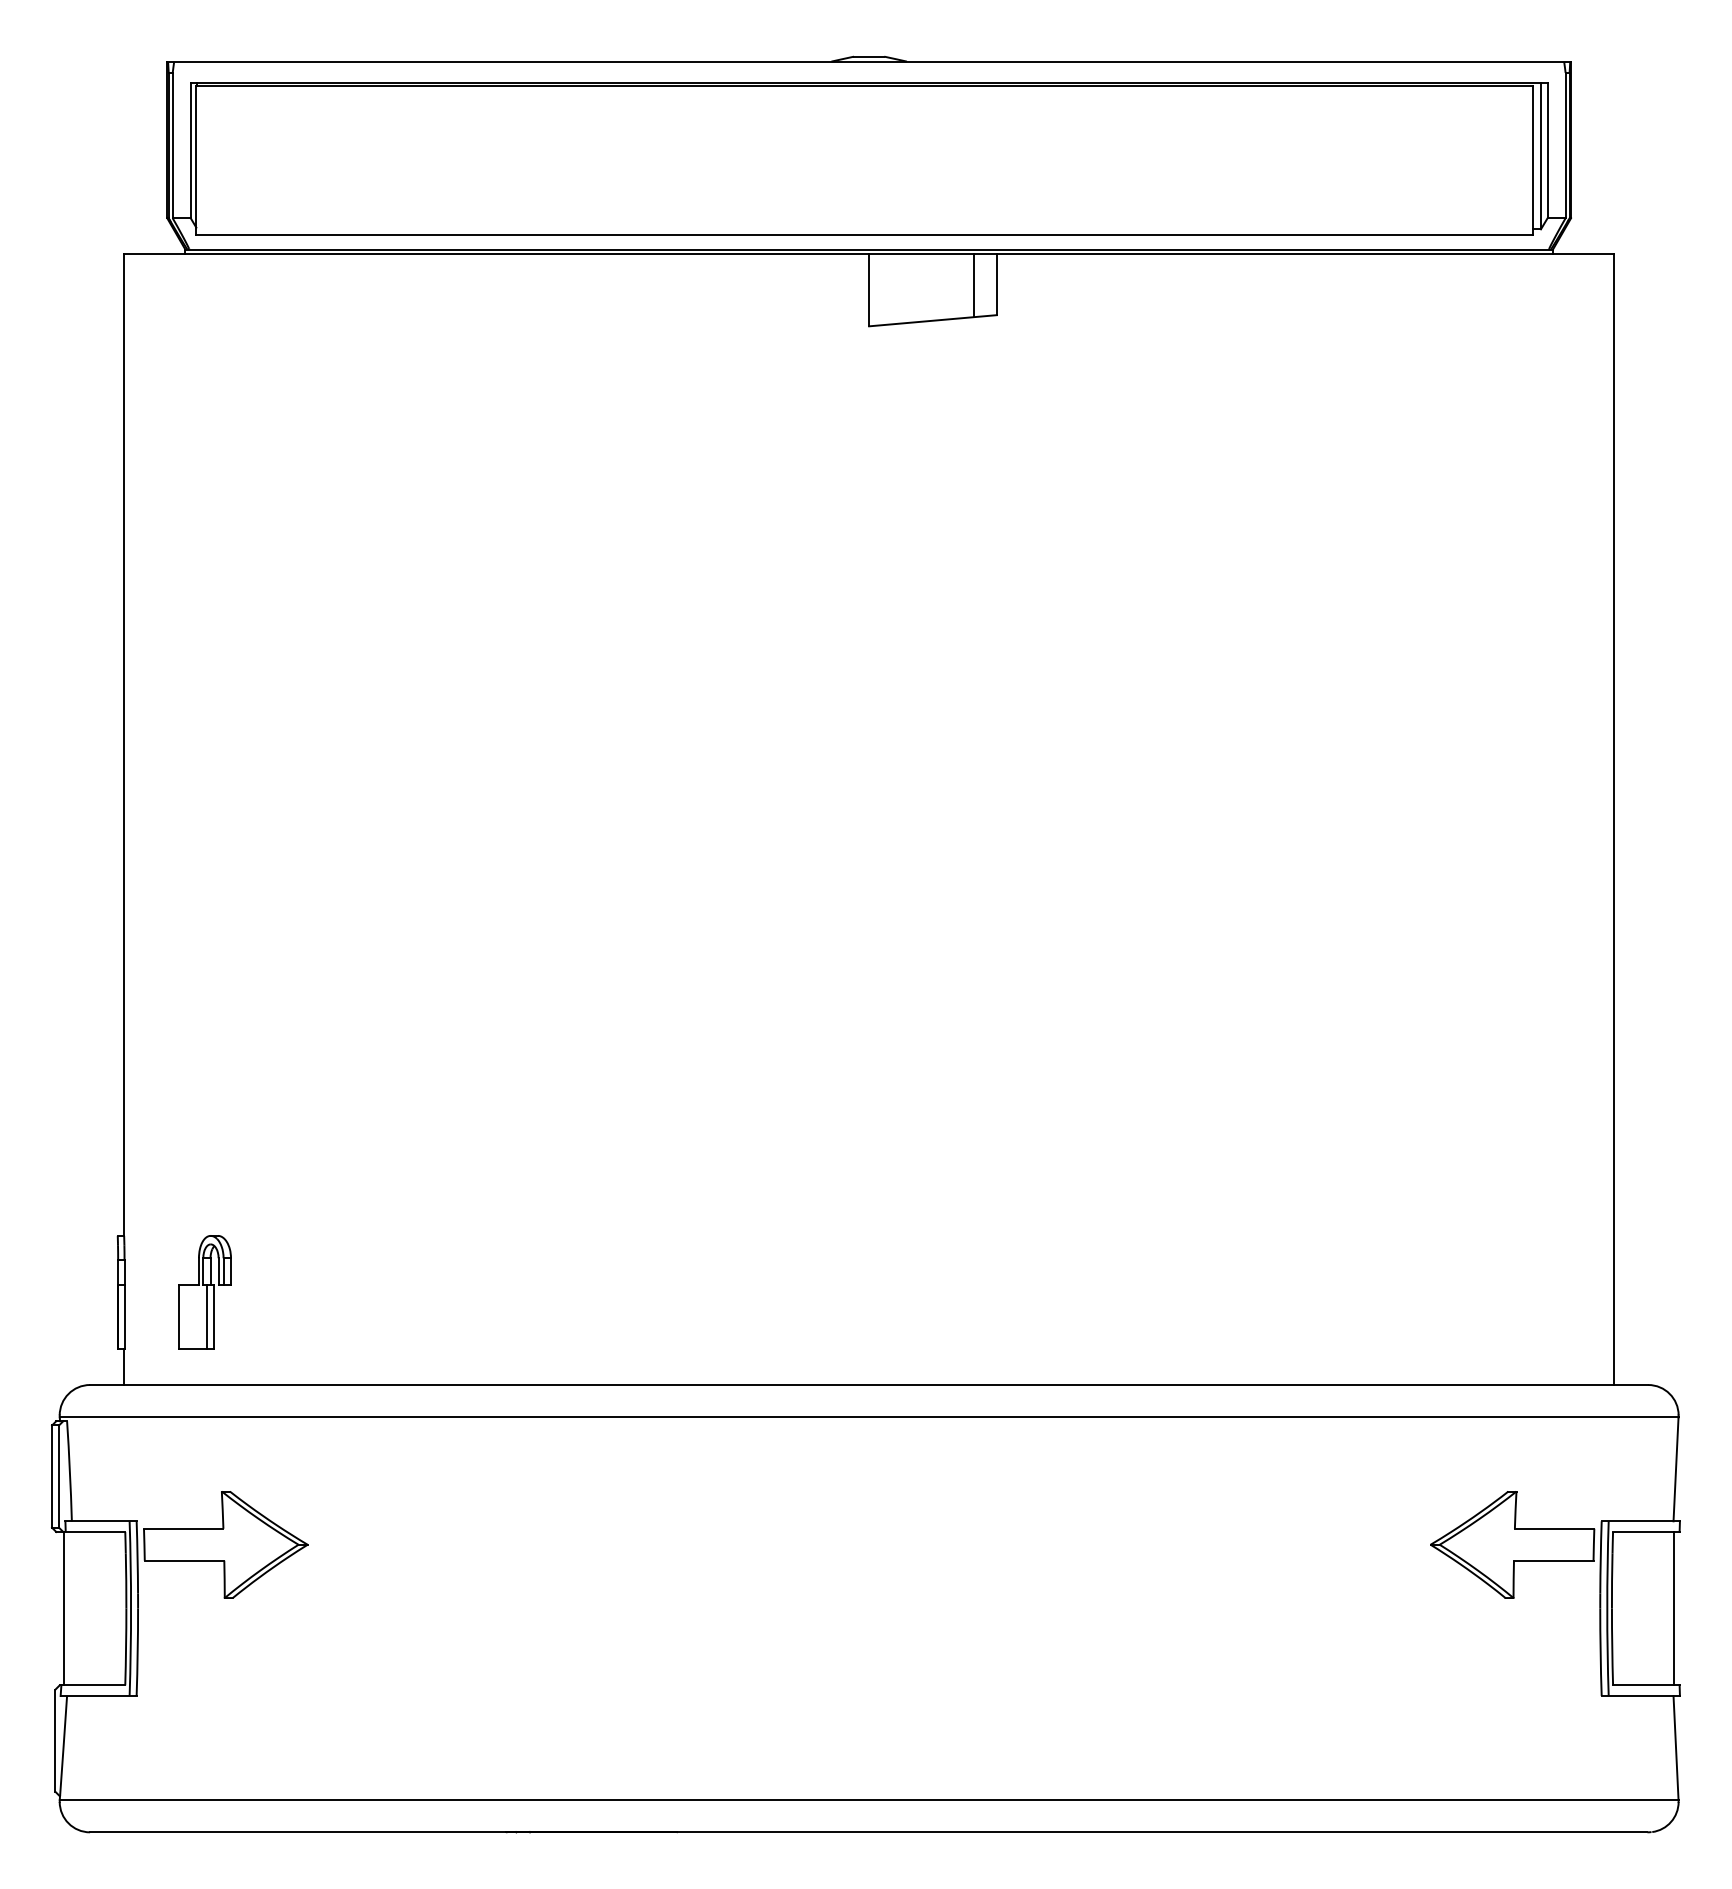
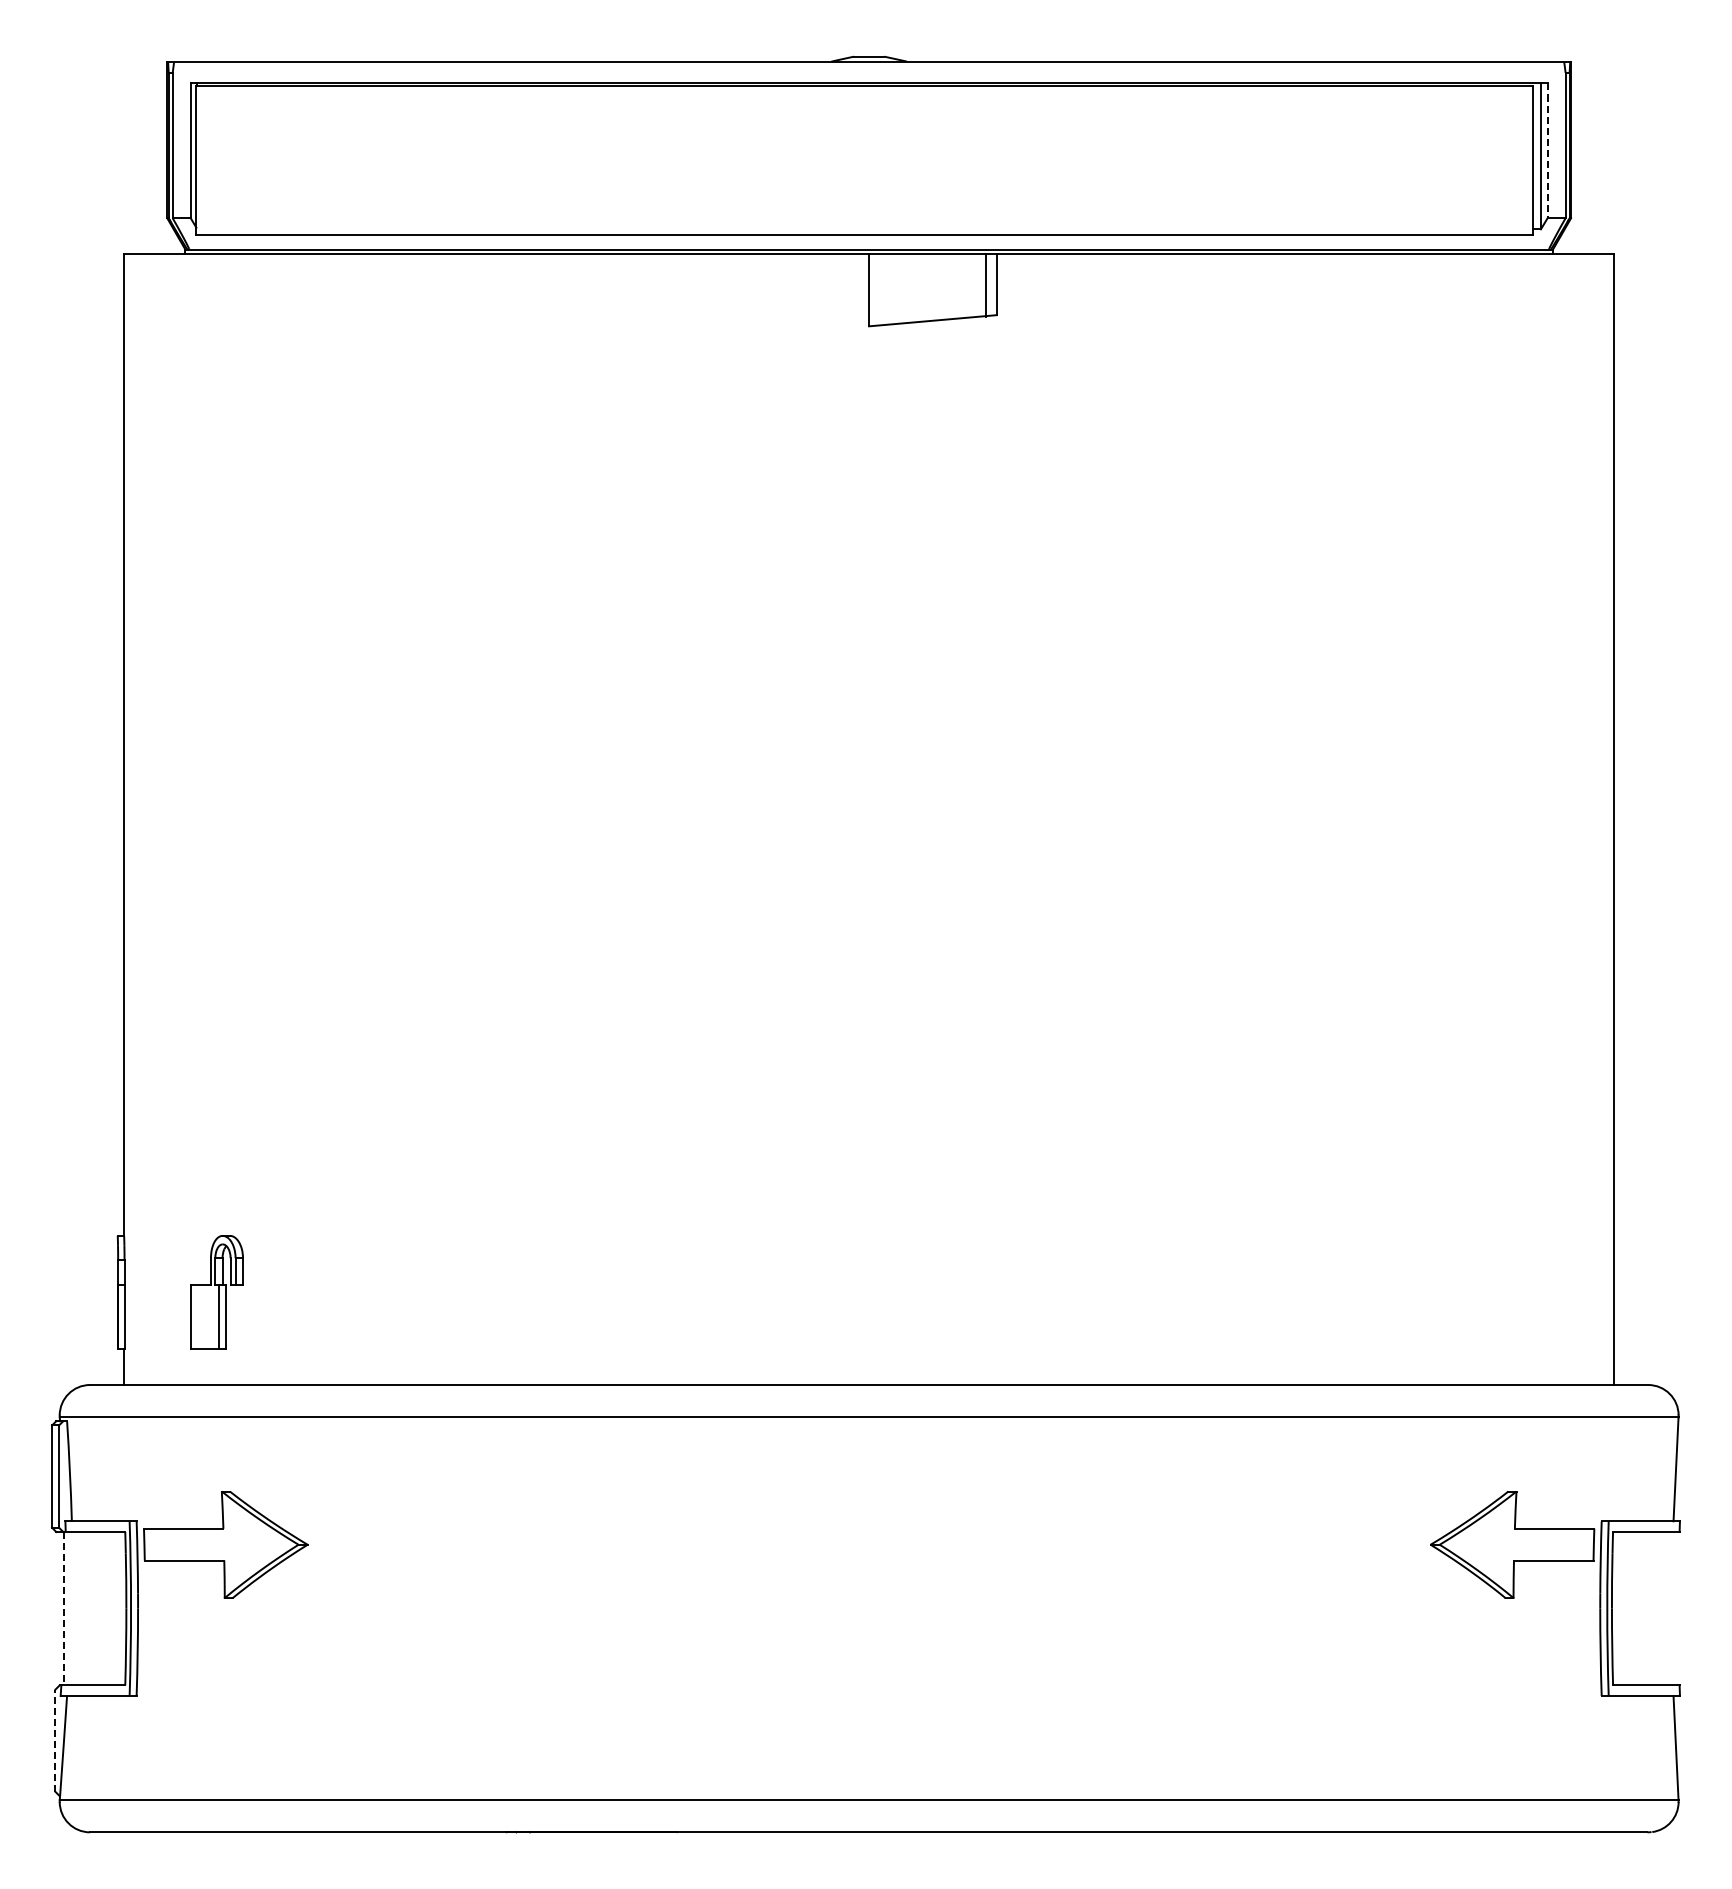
line at (1547, 151): solid -> dashed
line at (974, 285) position: (974, 285) -> (986, 285)
part at (204, 1292) position: (204, 1292) -> (216, 1292)
line at (63, 1608): solid -> dashed
line at (1674, 1608): present -> none
line at (55, 1740): solid -> dashed
